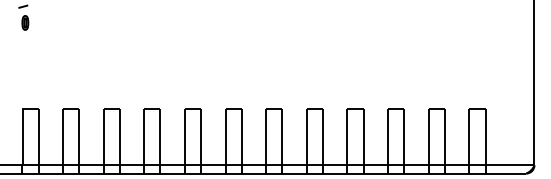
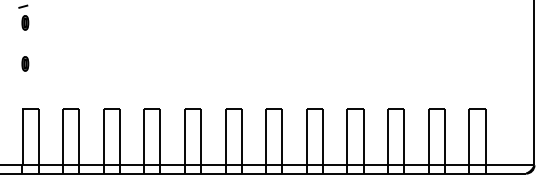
part at (25, 63): none -> present
